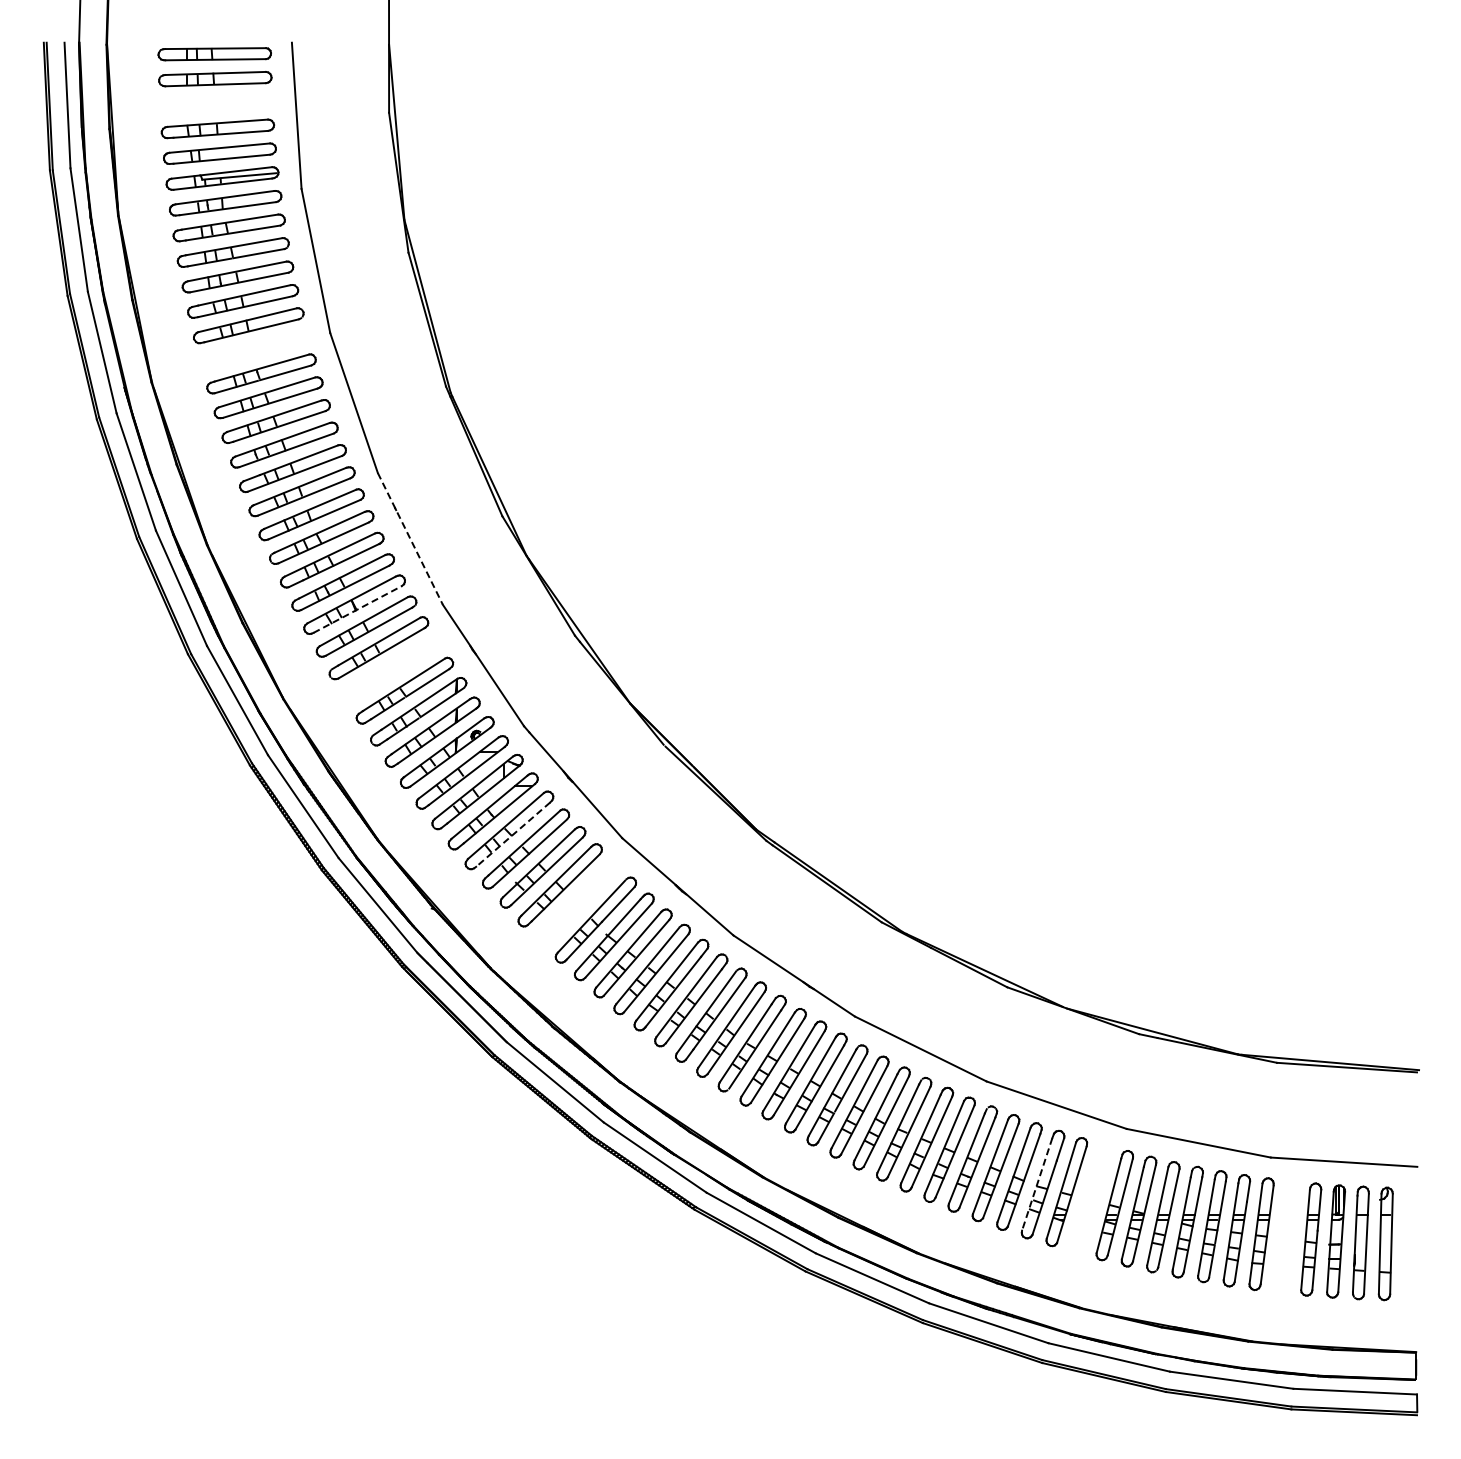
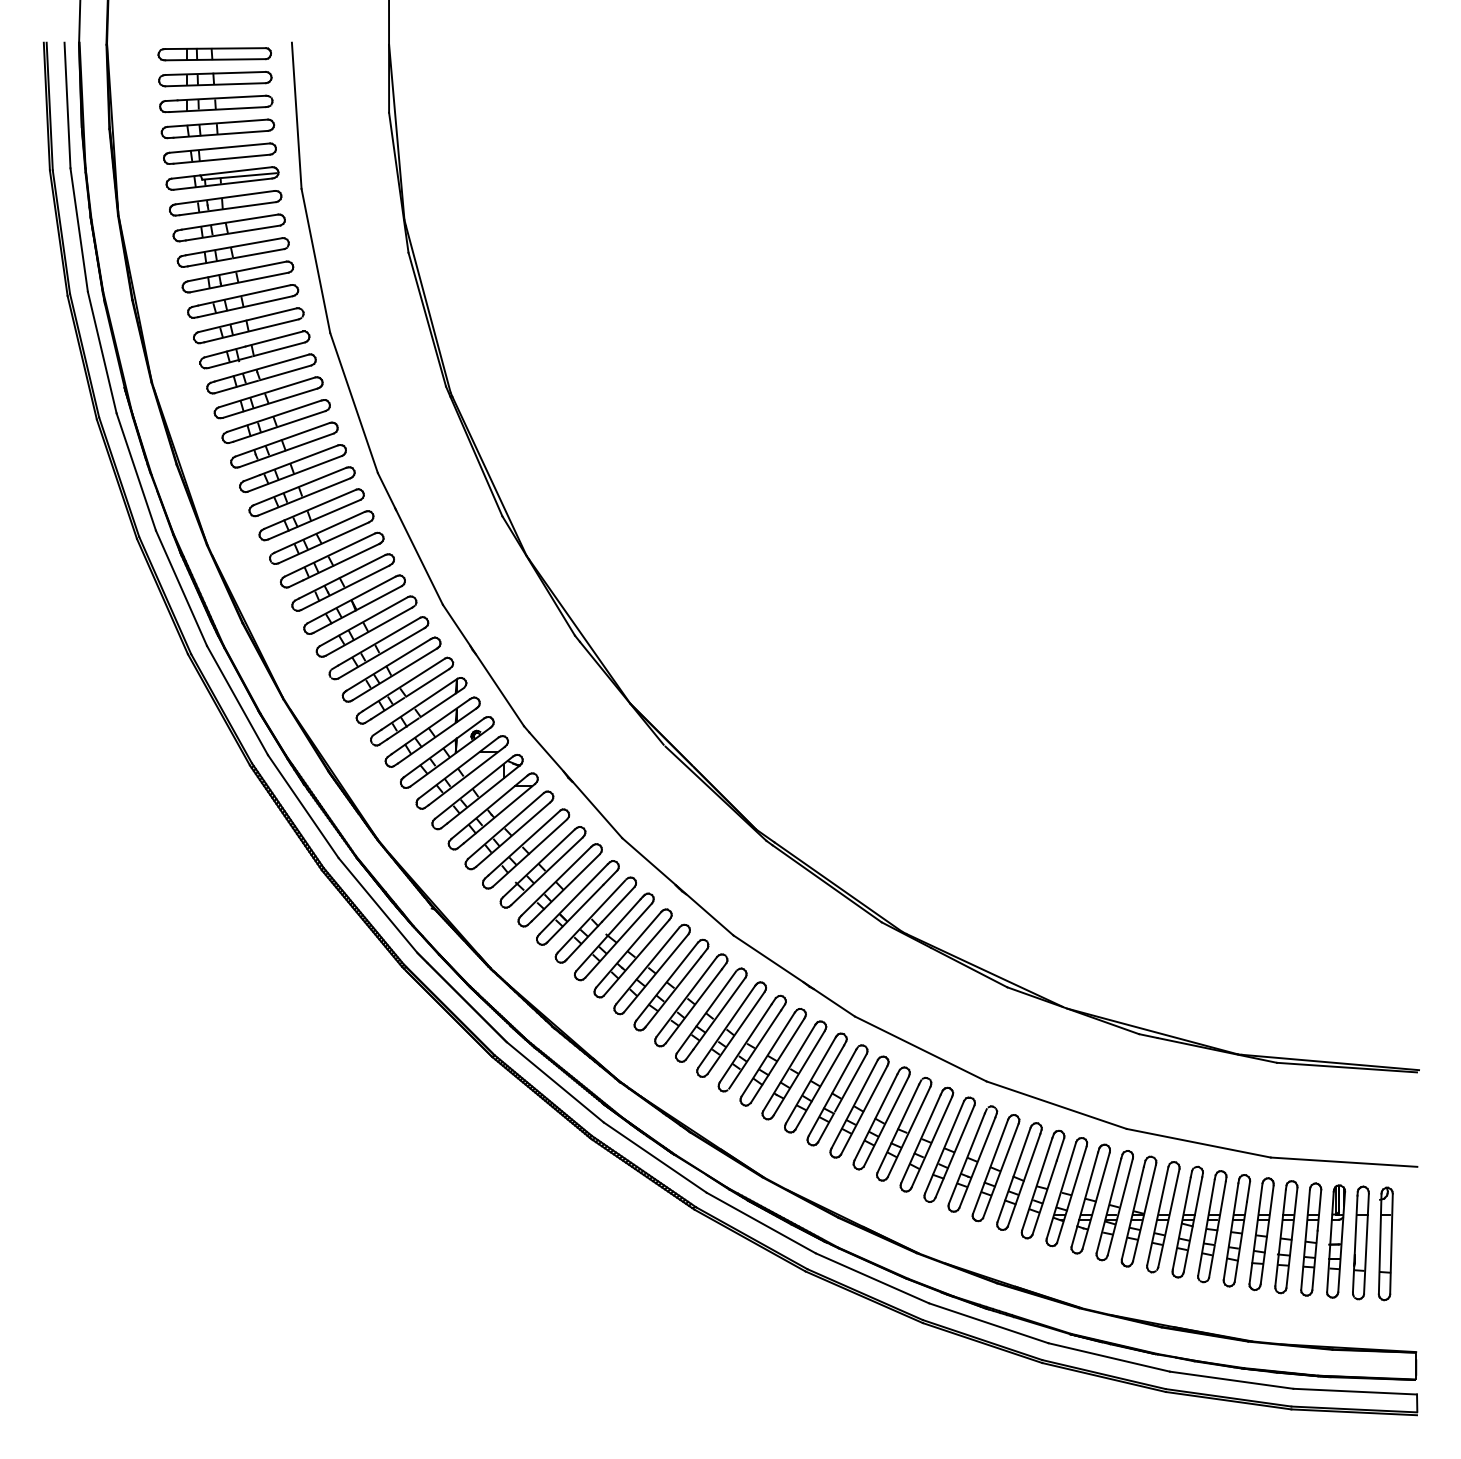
part at (216, 103): none -> present
part at (254, 349): none -> present
line at (410, 539): dashed -> solid
line at (358, 609): dashed -> solid
part at (391, 669): none -> present
line at (512, 834): dashed -> solid
part at (577, 902): none -> present
line at (1037, 1184): dashed -> solid
part at (1090, 1198): none -> present
part at (1286, 1237): none -> present
